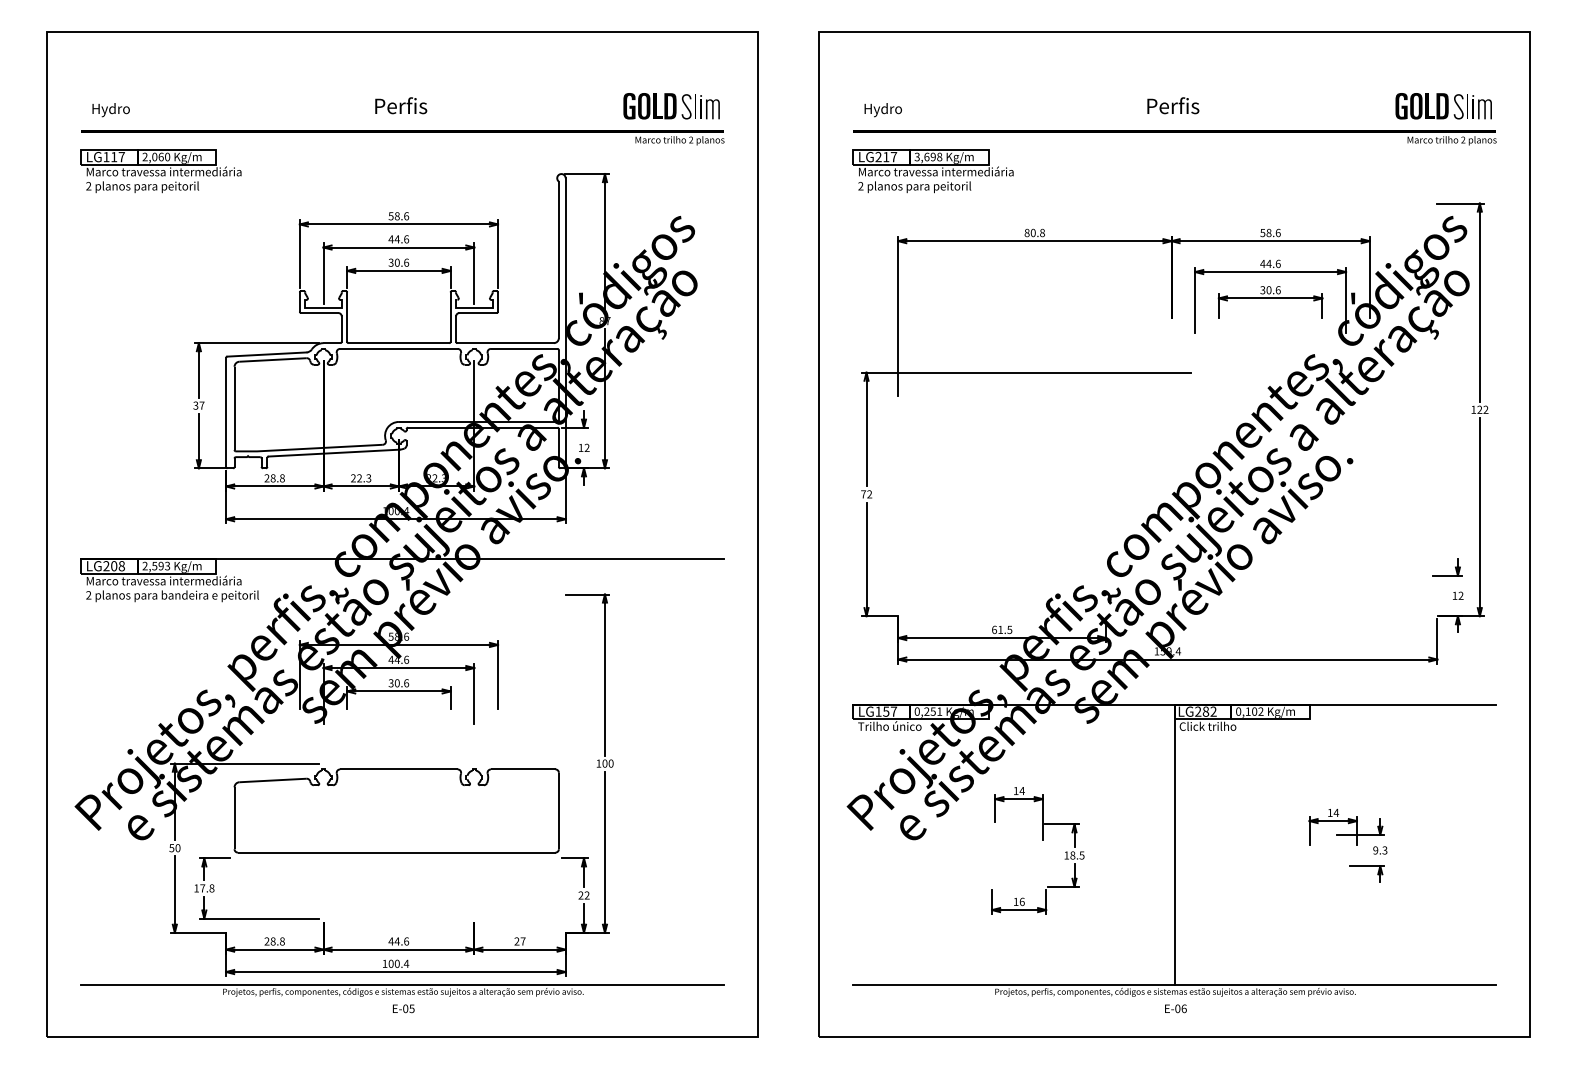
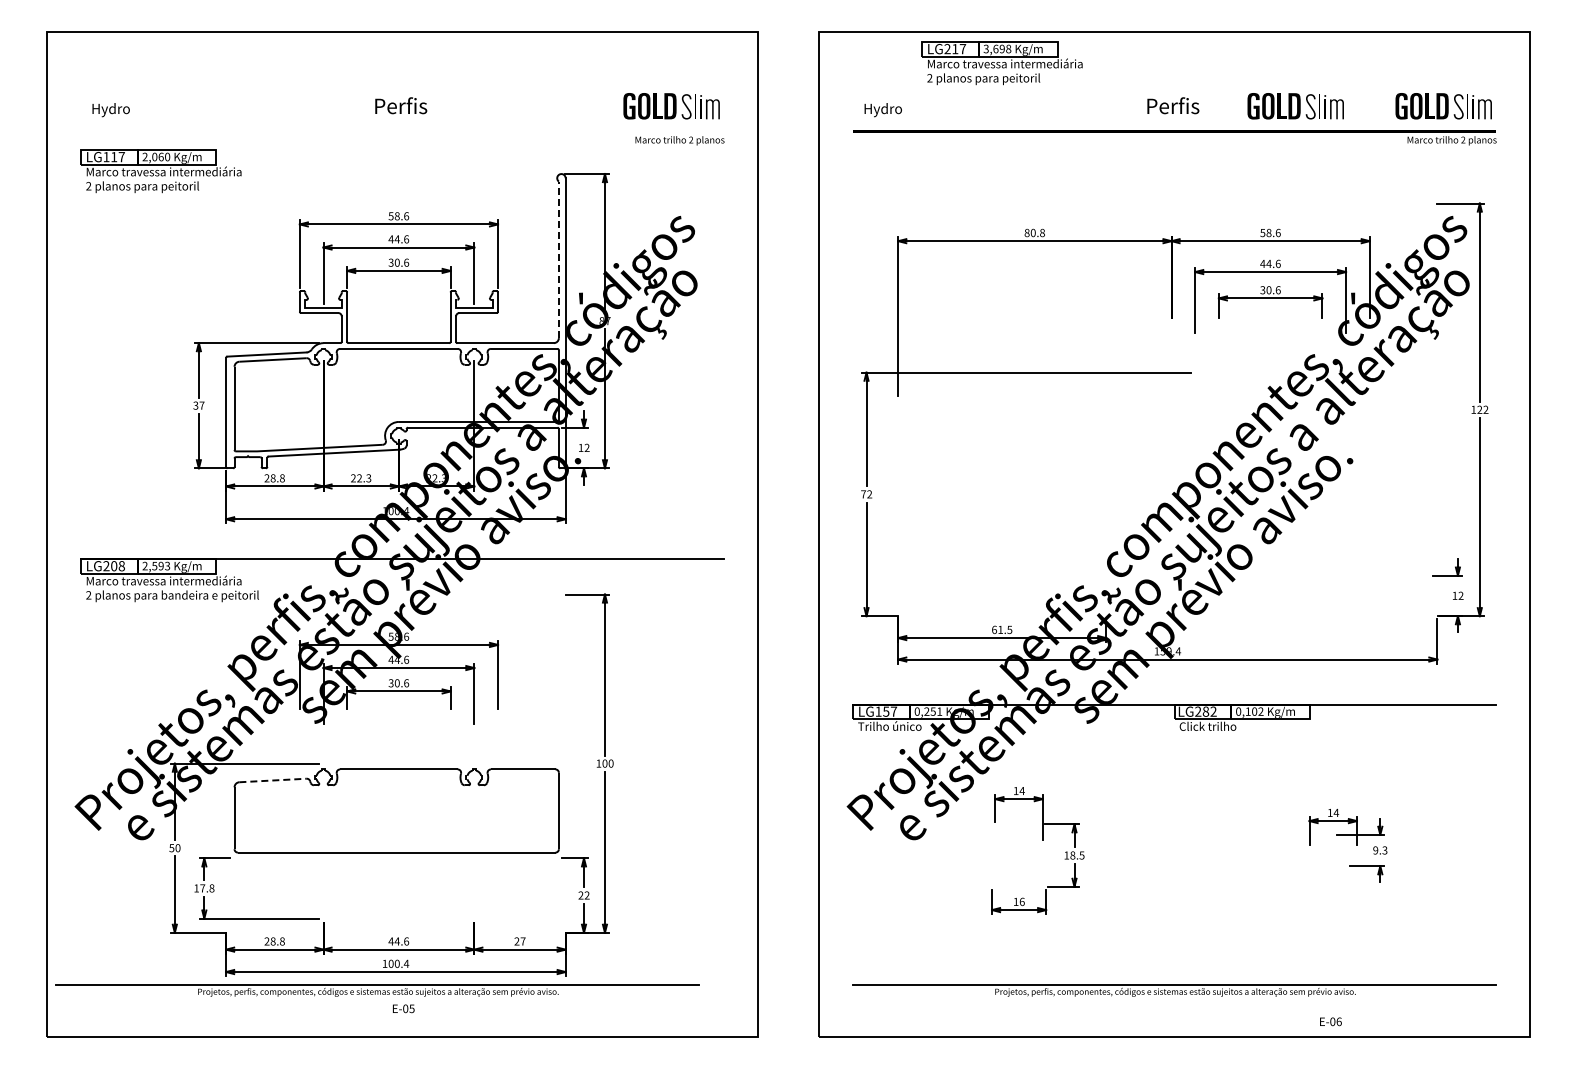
part at (1295, 106): none -> present
fill at (402, 131): present -> none
part at (932, 171) position: (932, 171) -> (1001, 63)
line at (558, 259): solid -> dashed
line at (273, 780): solid -> dashed
line at (1174, 844): present -> none
part at (402, 990) position: (402, 990) -> (377, 990)
text at (1175, 1008) position: (1175, 1008) -> (1330, 1021)
